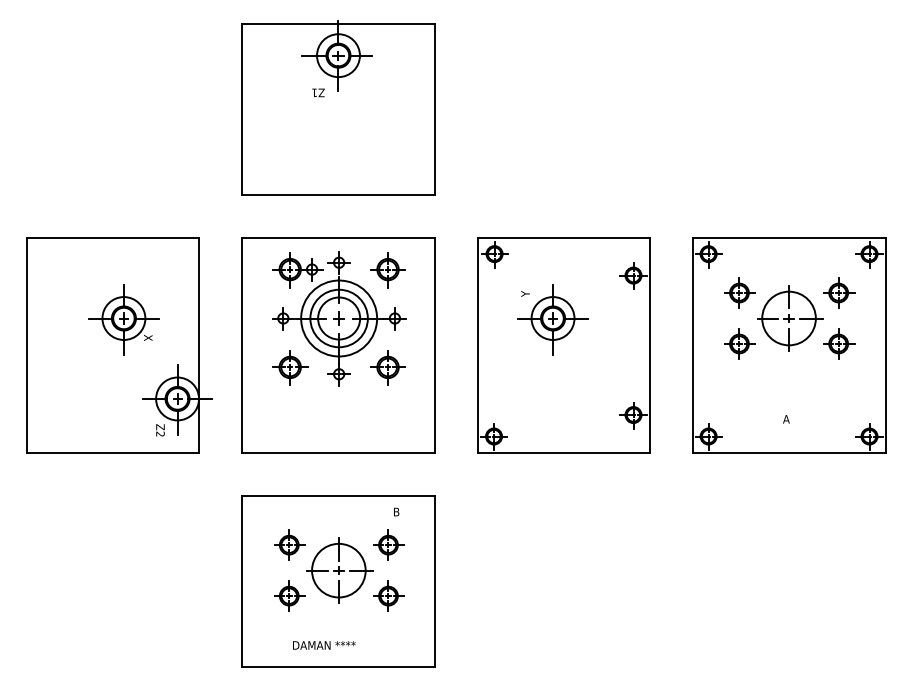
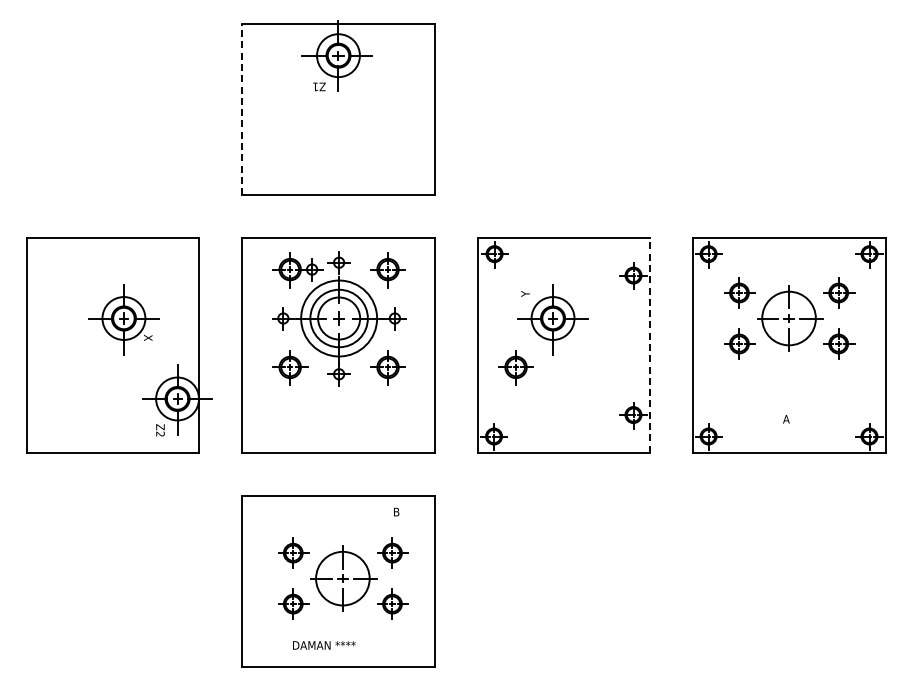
text at (318, 92) position: (318, 92) -> (319, 86)
line at (241, 109): solid -> dashed
line at (649, 344): solid -> dashed
part at (515, 367): none -> present
part at (339, 570) position: (339, 570) -> (343, 578)
